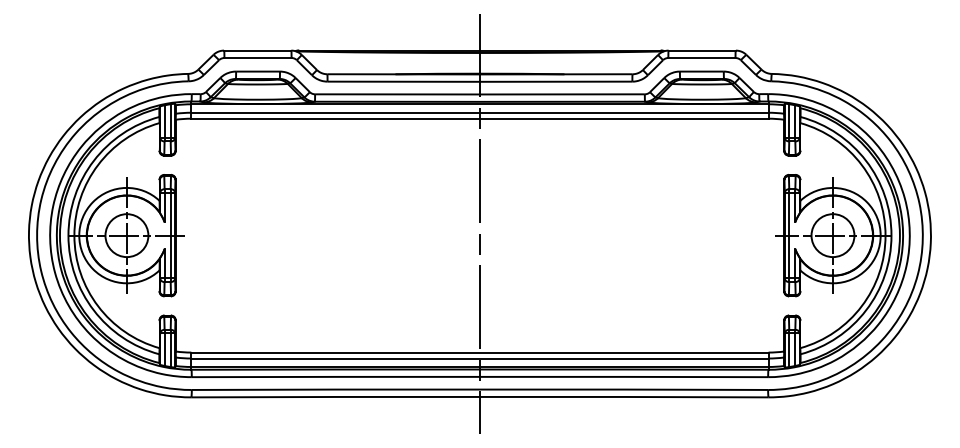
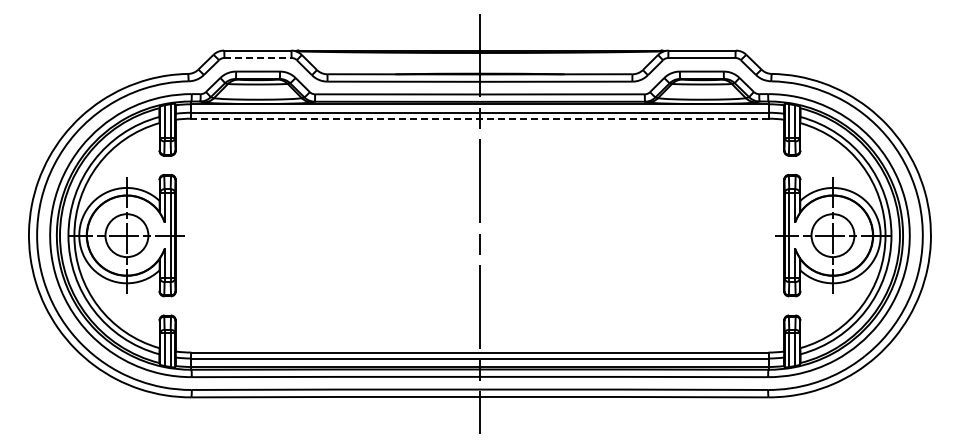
line at (258, 58): solid -> dashed
line at (479, 118): solid -> dashed
